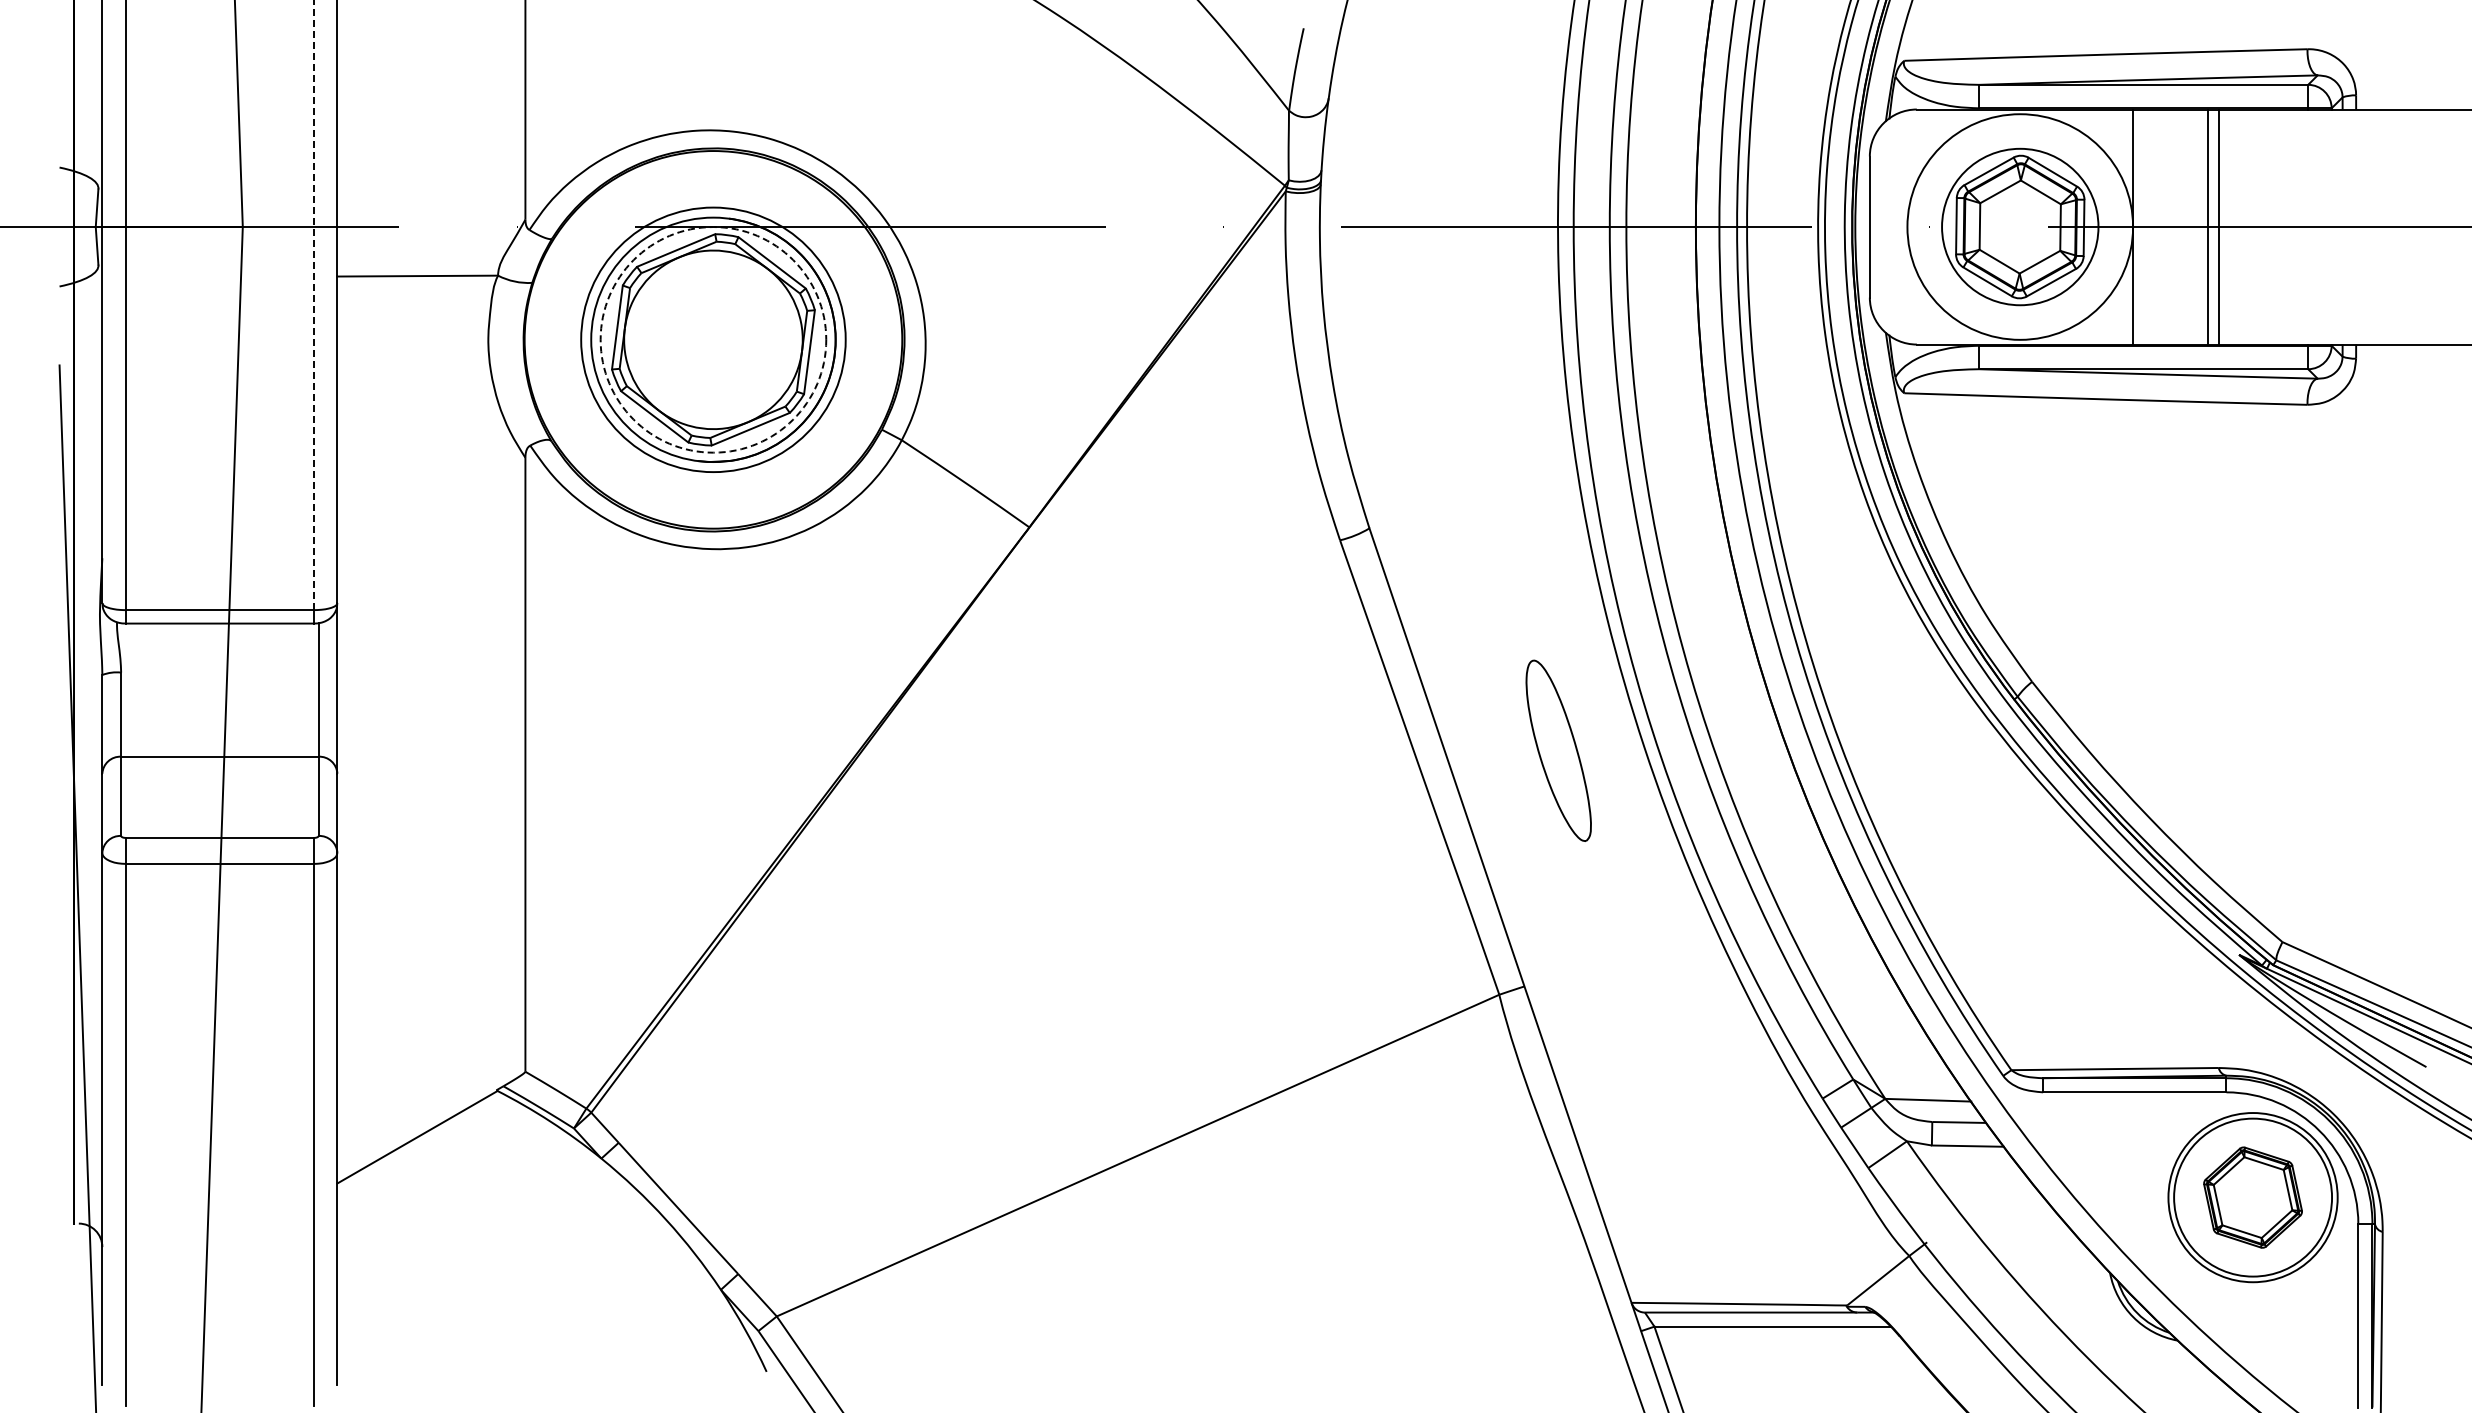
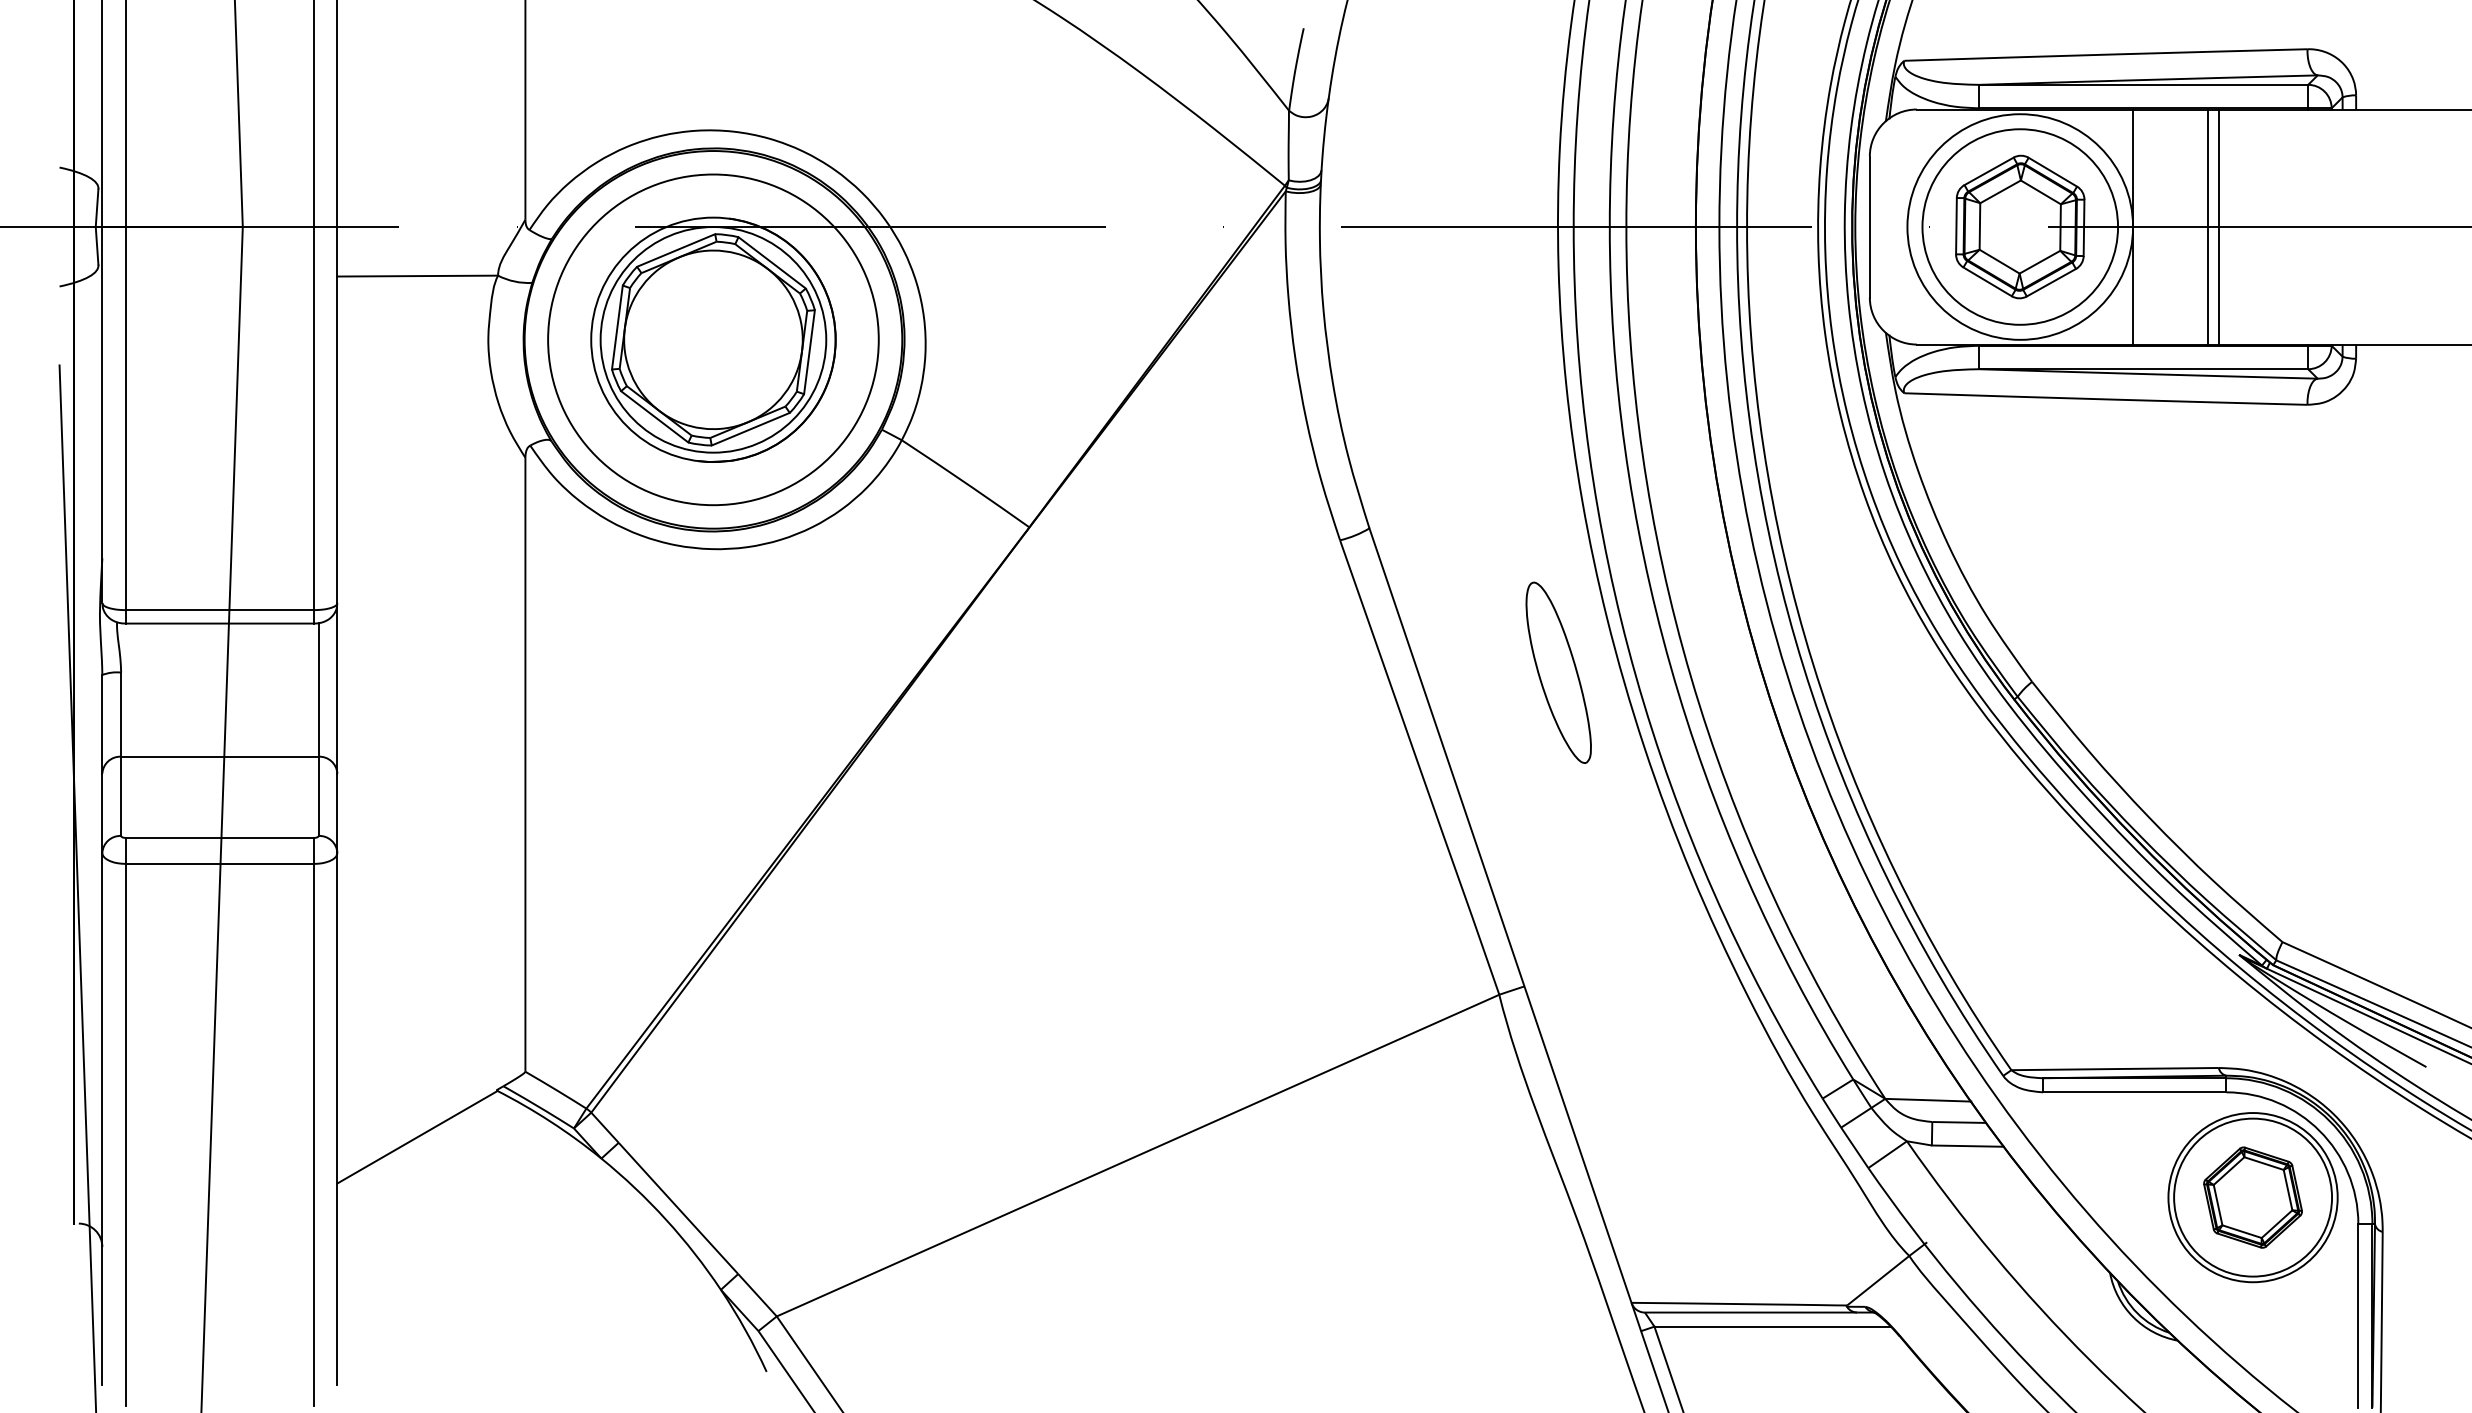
circle at (2020, 226) diameter: 156 px -> 196 px
line at (313, 305): dashed -> solid
circle at (713, 339) diameter: 265 px -> 331 px
circle at (713, 339): dashed -> solid
part at (1558, 750) position: (1558, 750) -> (1558, 672)
